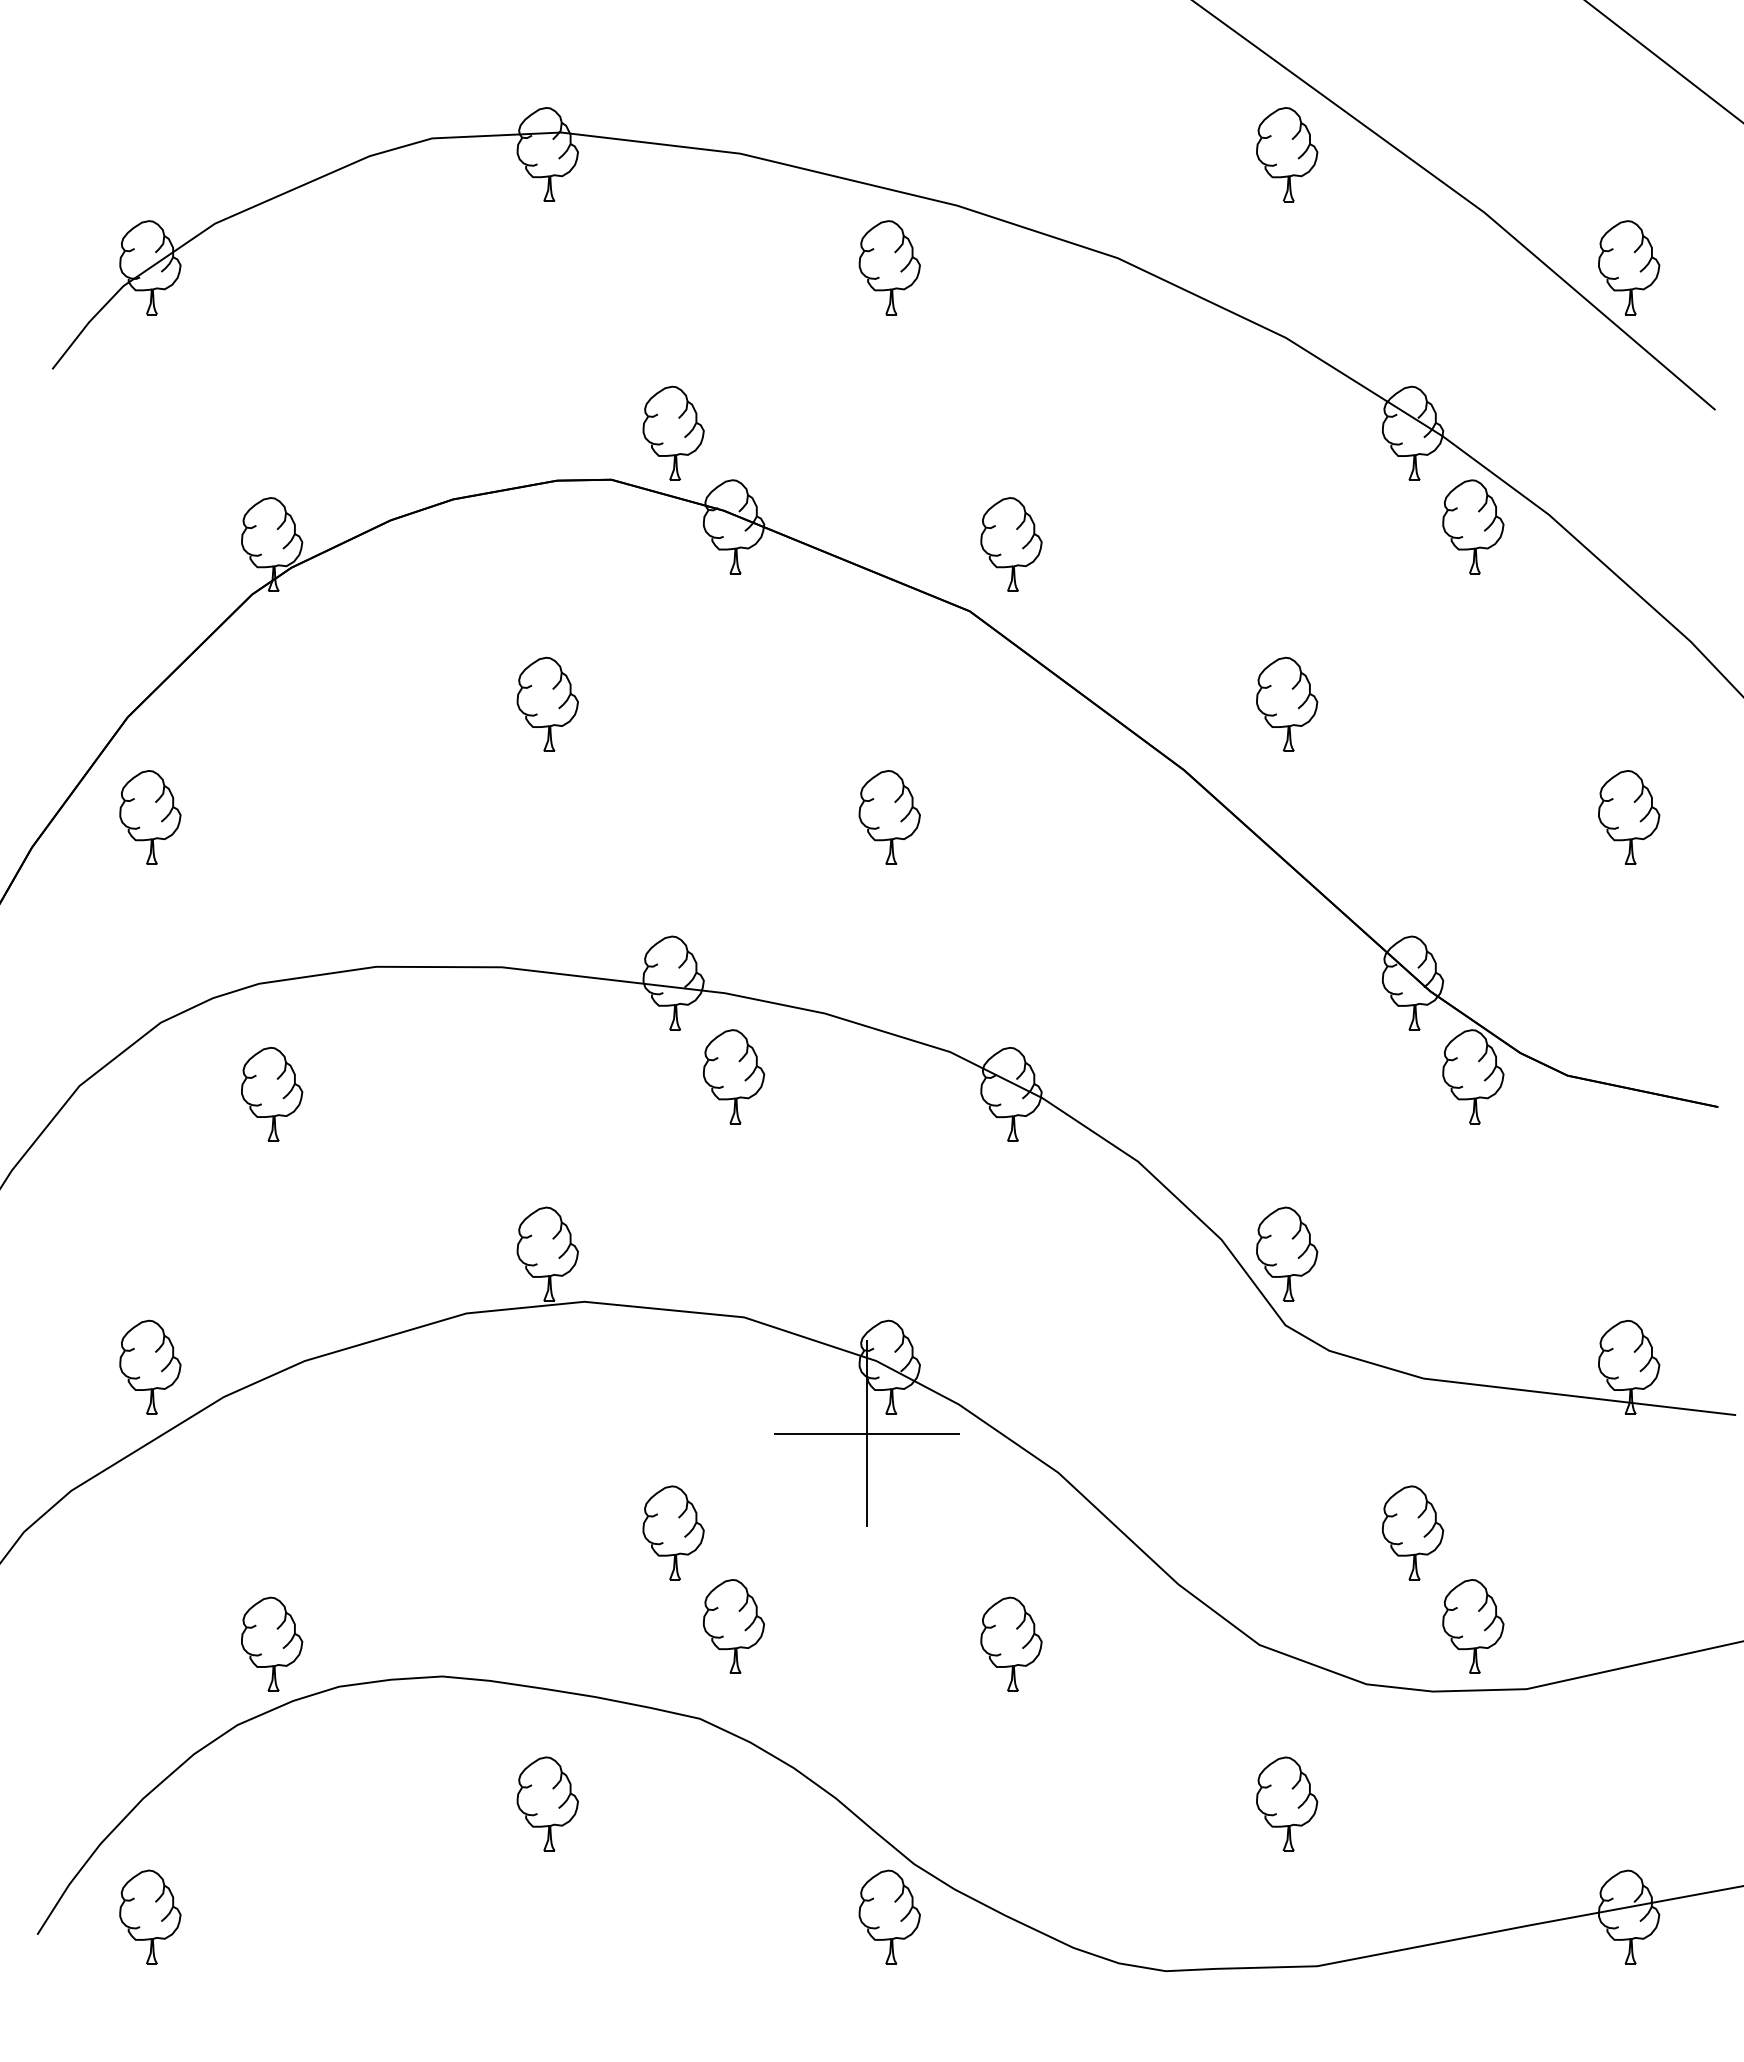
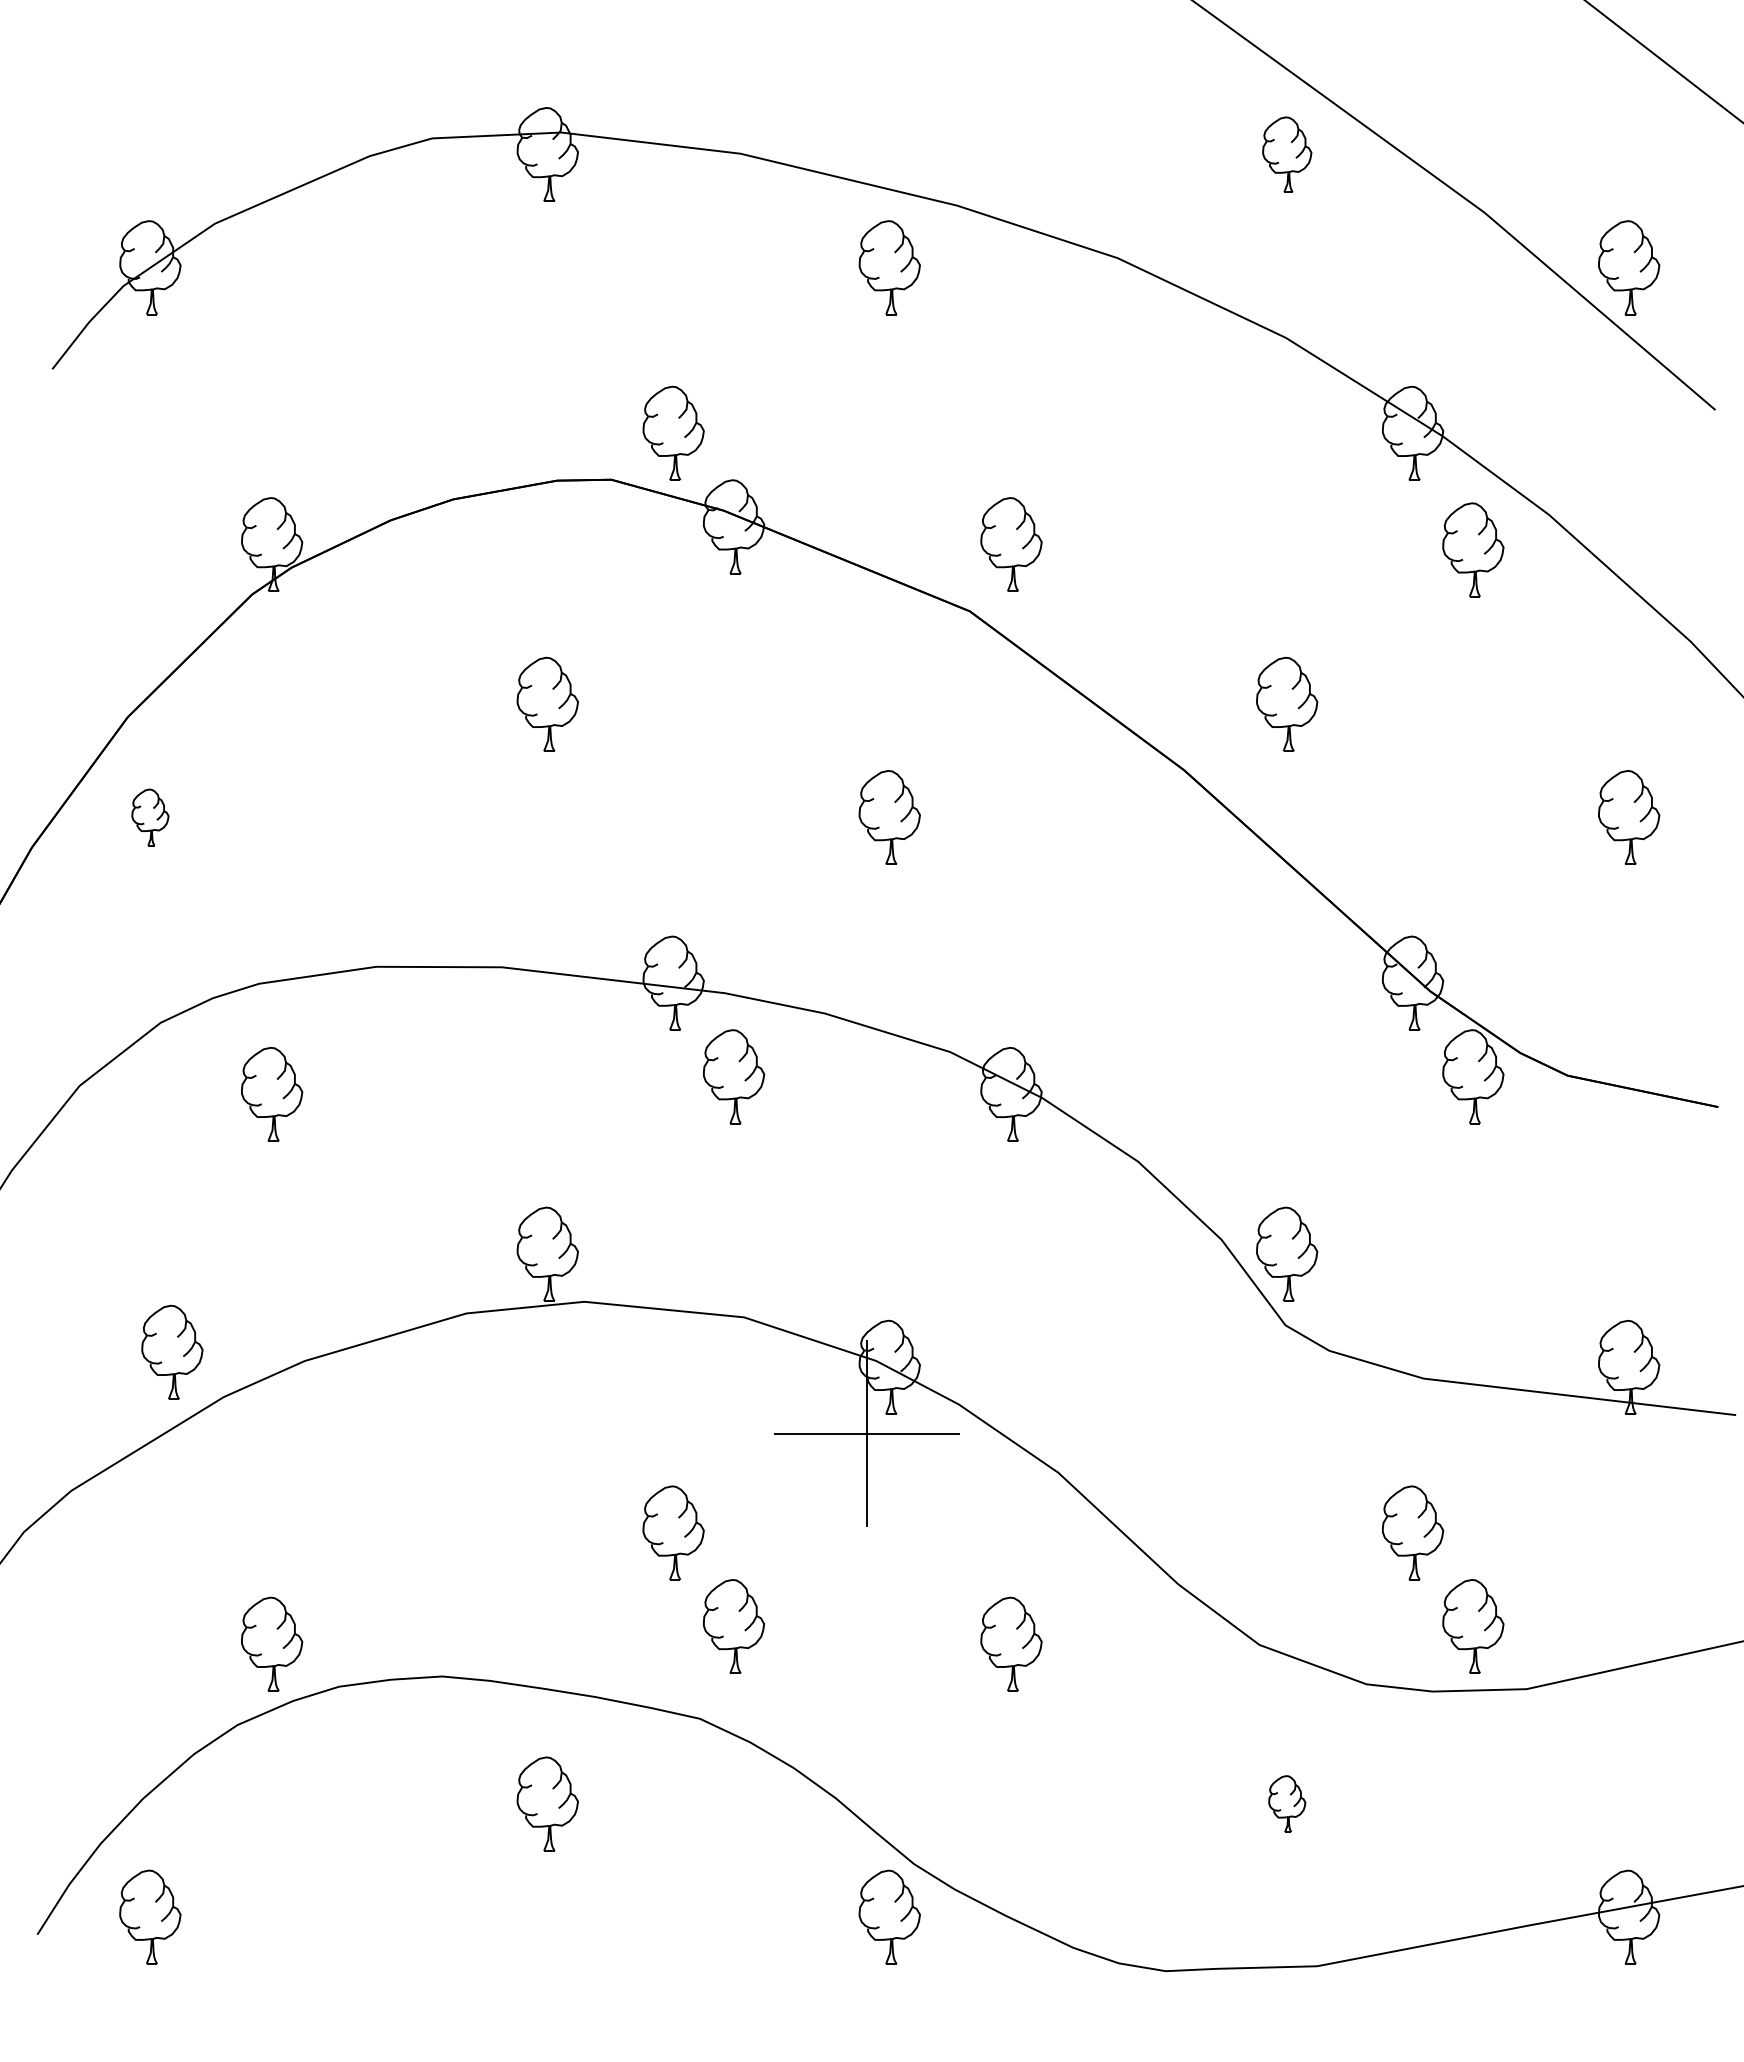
part at (1287, 154) size: 63x96 px -> 51x77 px
part at (1473, 526) position: (1473, 526) -> (1473, 549)
part at (150, 817) size: 63x95 px -> 39x59 px
part at (150, 1366) position: (150, 1366) -> (172, 1351)
part at (1287, 1803) size: 63x96 px -> 39x58 px
